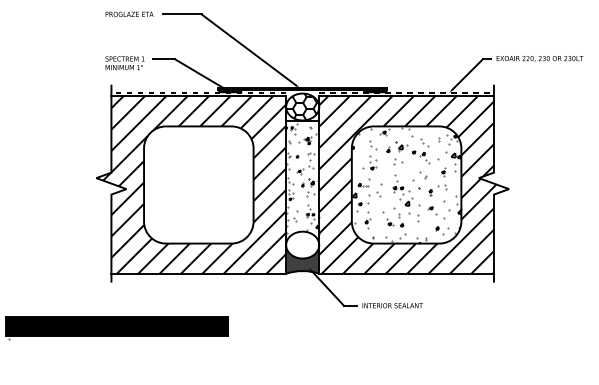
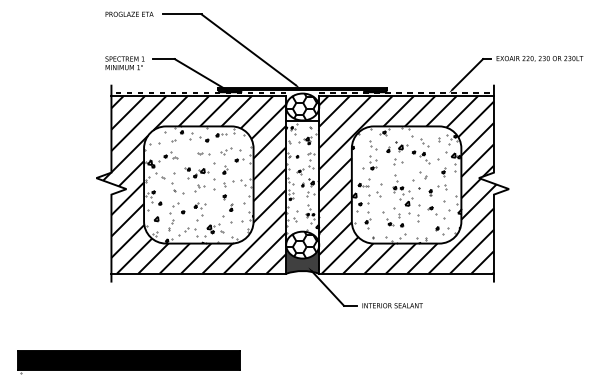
hatch at (198, 184): none -> present
hatch at (302, 244): none -> present
part at (116, 328) position: (116, 328) -> (128, 362)
